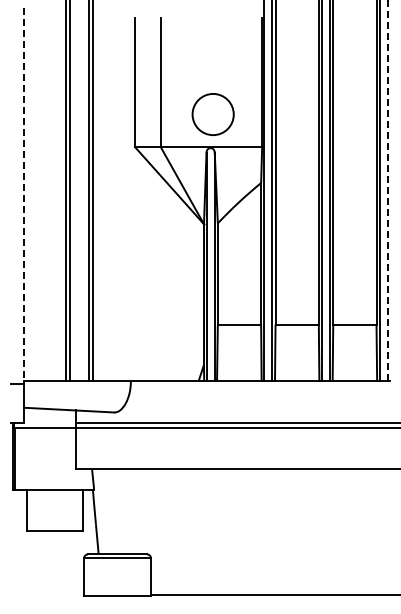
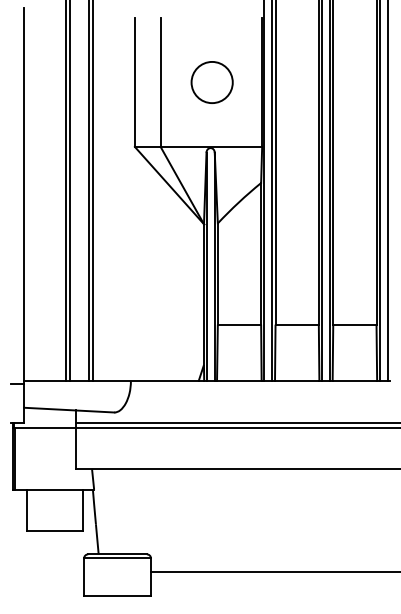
circle at (212, 114) position: (212, 114) -> (211, 82)
line at (387, 190): dashed -> solid
line at (24, 196): dashed -> solid
line at (274, 594) position: (274, 594) -> (274, 571)
